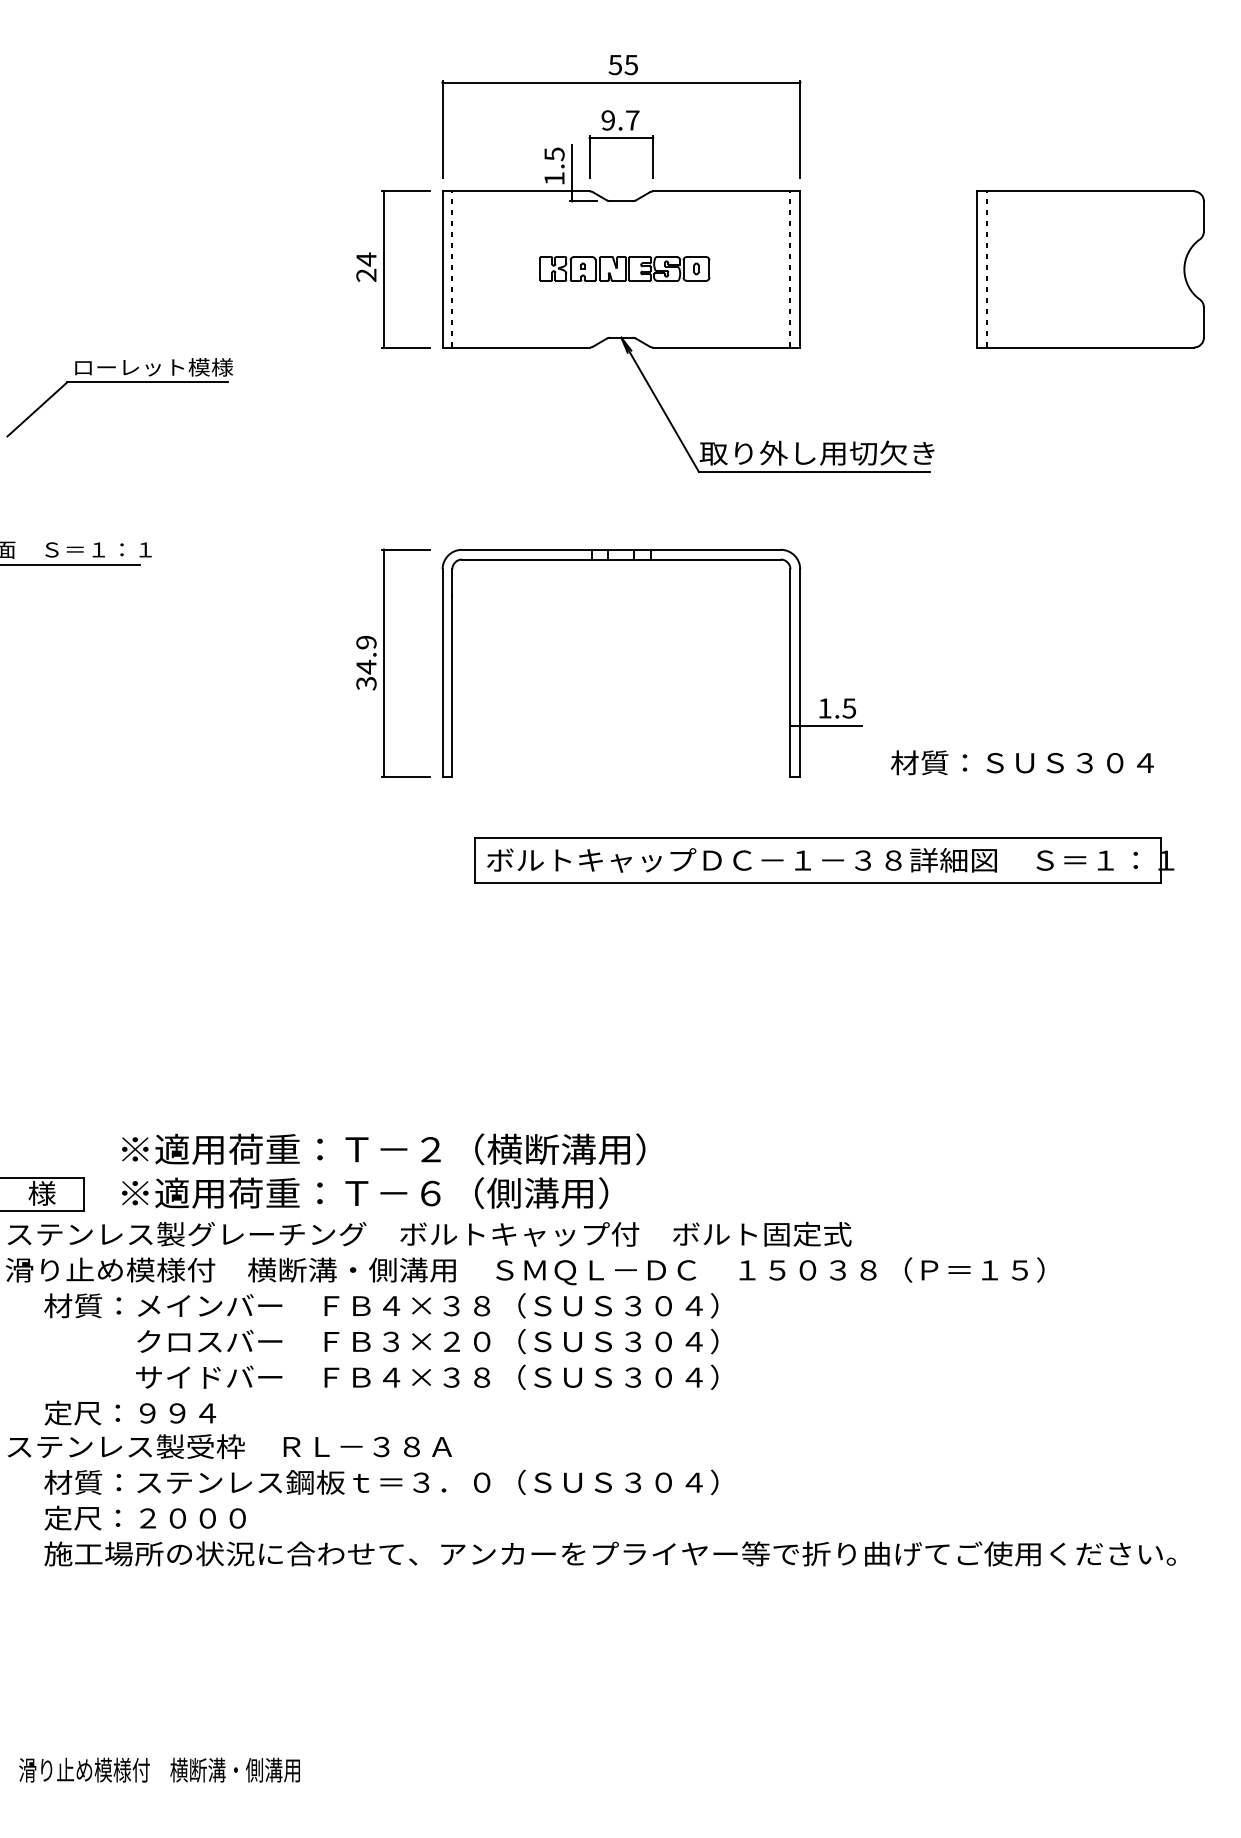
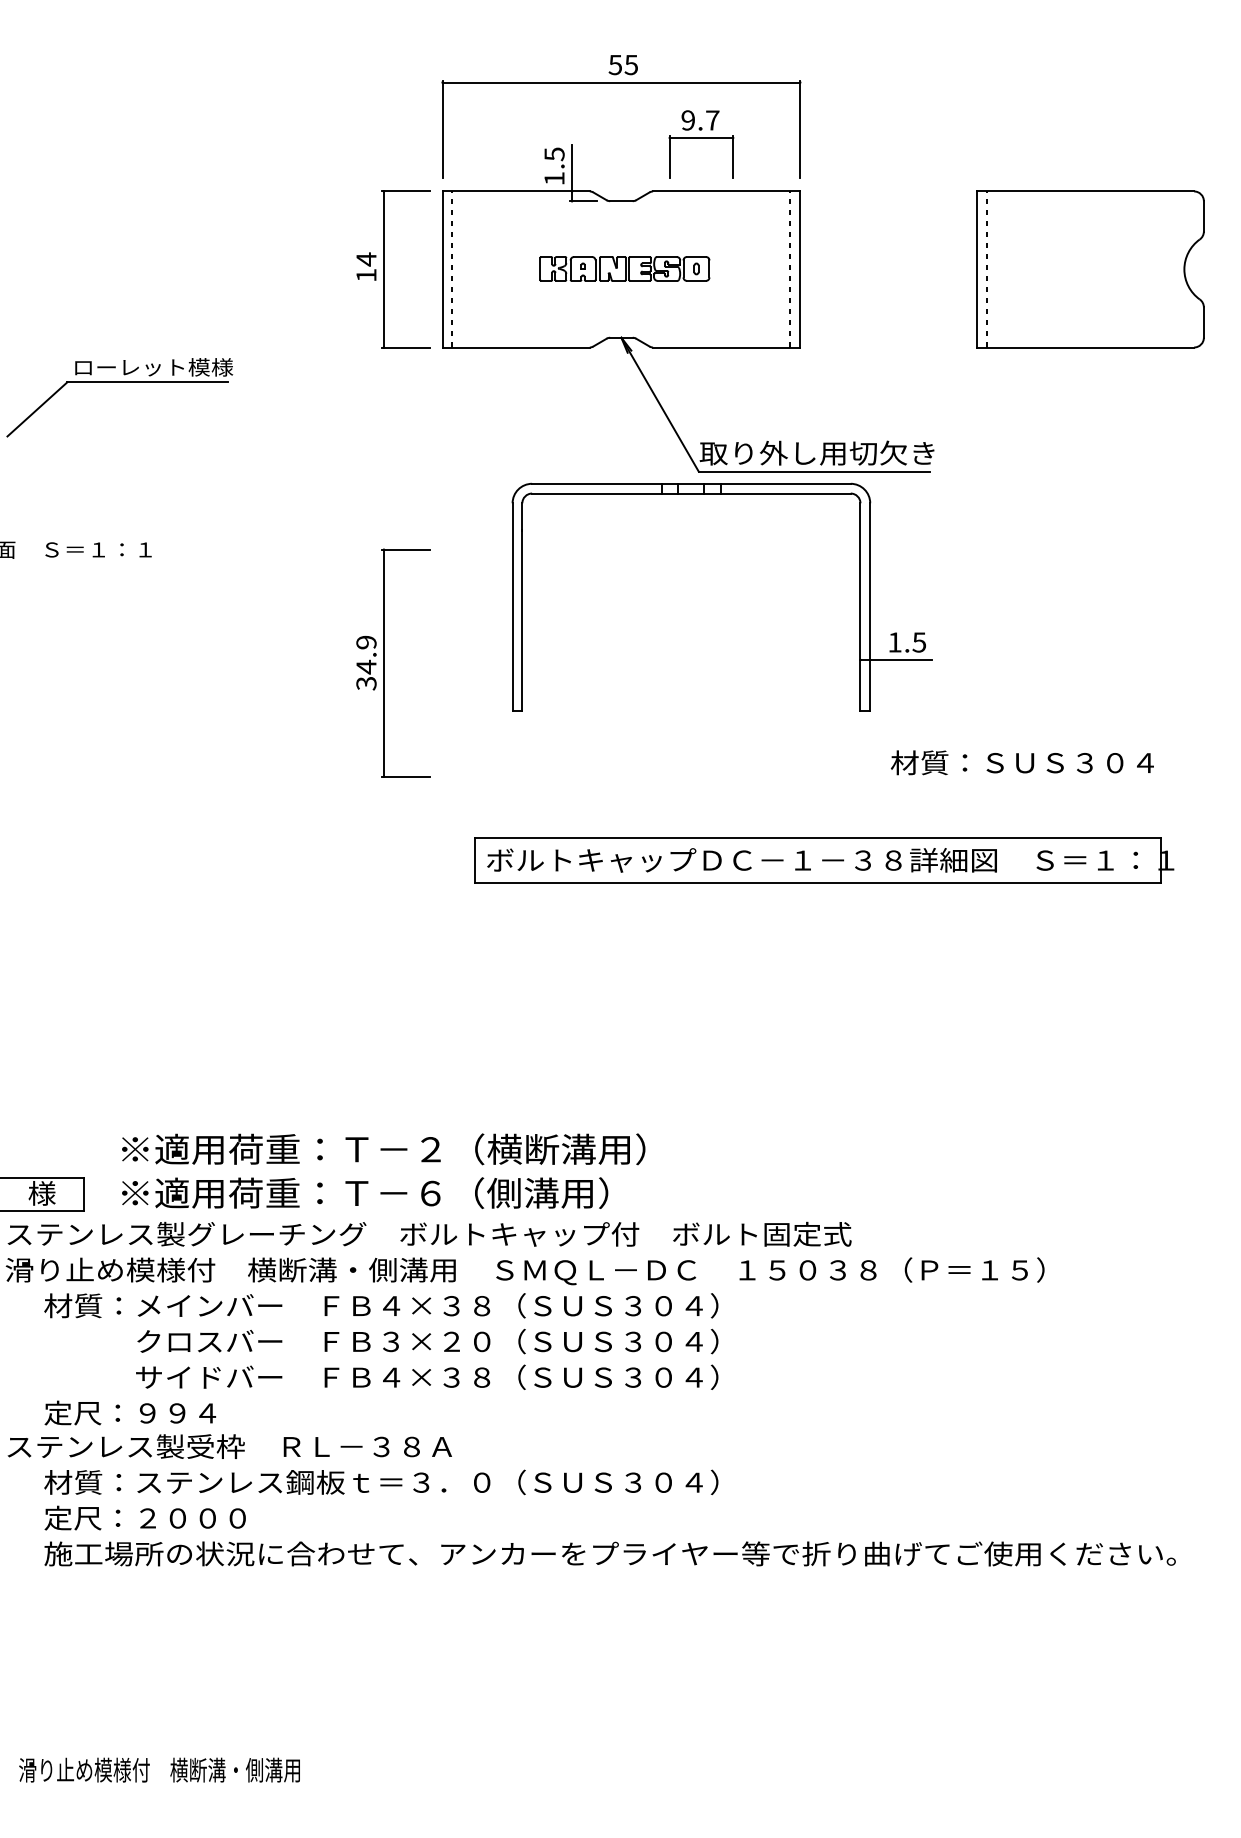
part at (621, 144) position: (621, 144) -> (701, 144)
text at (366, 274): 24 -> 14
part at (651, 560) position: (651, 560) -> (721, 494)
line at (71, 564): present -> none
